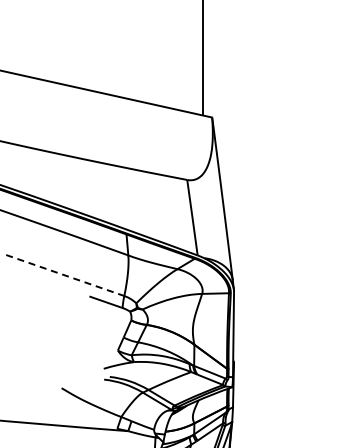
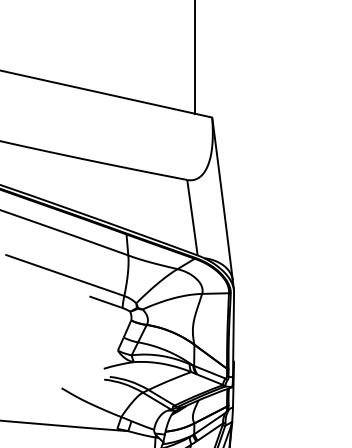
line at (203, 57) position: (203, 57) -> (195, 57)
line at (65, 275): dashed -> solid
